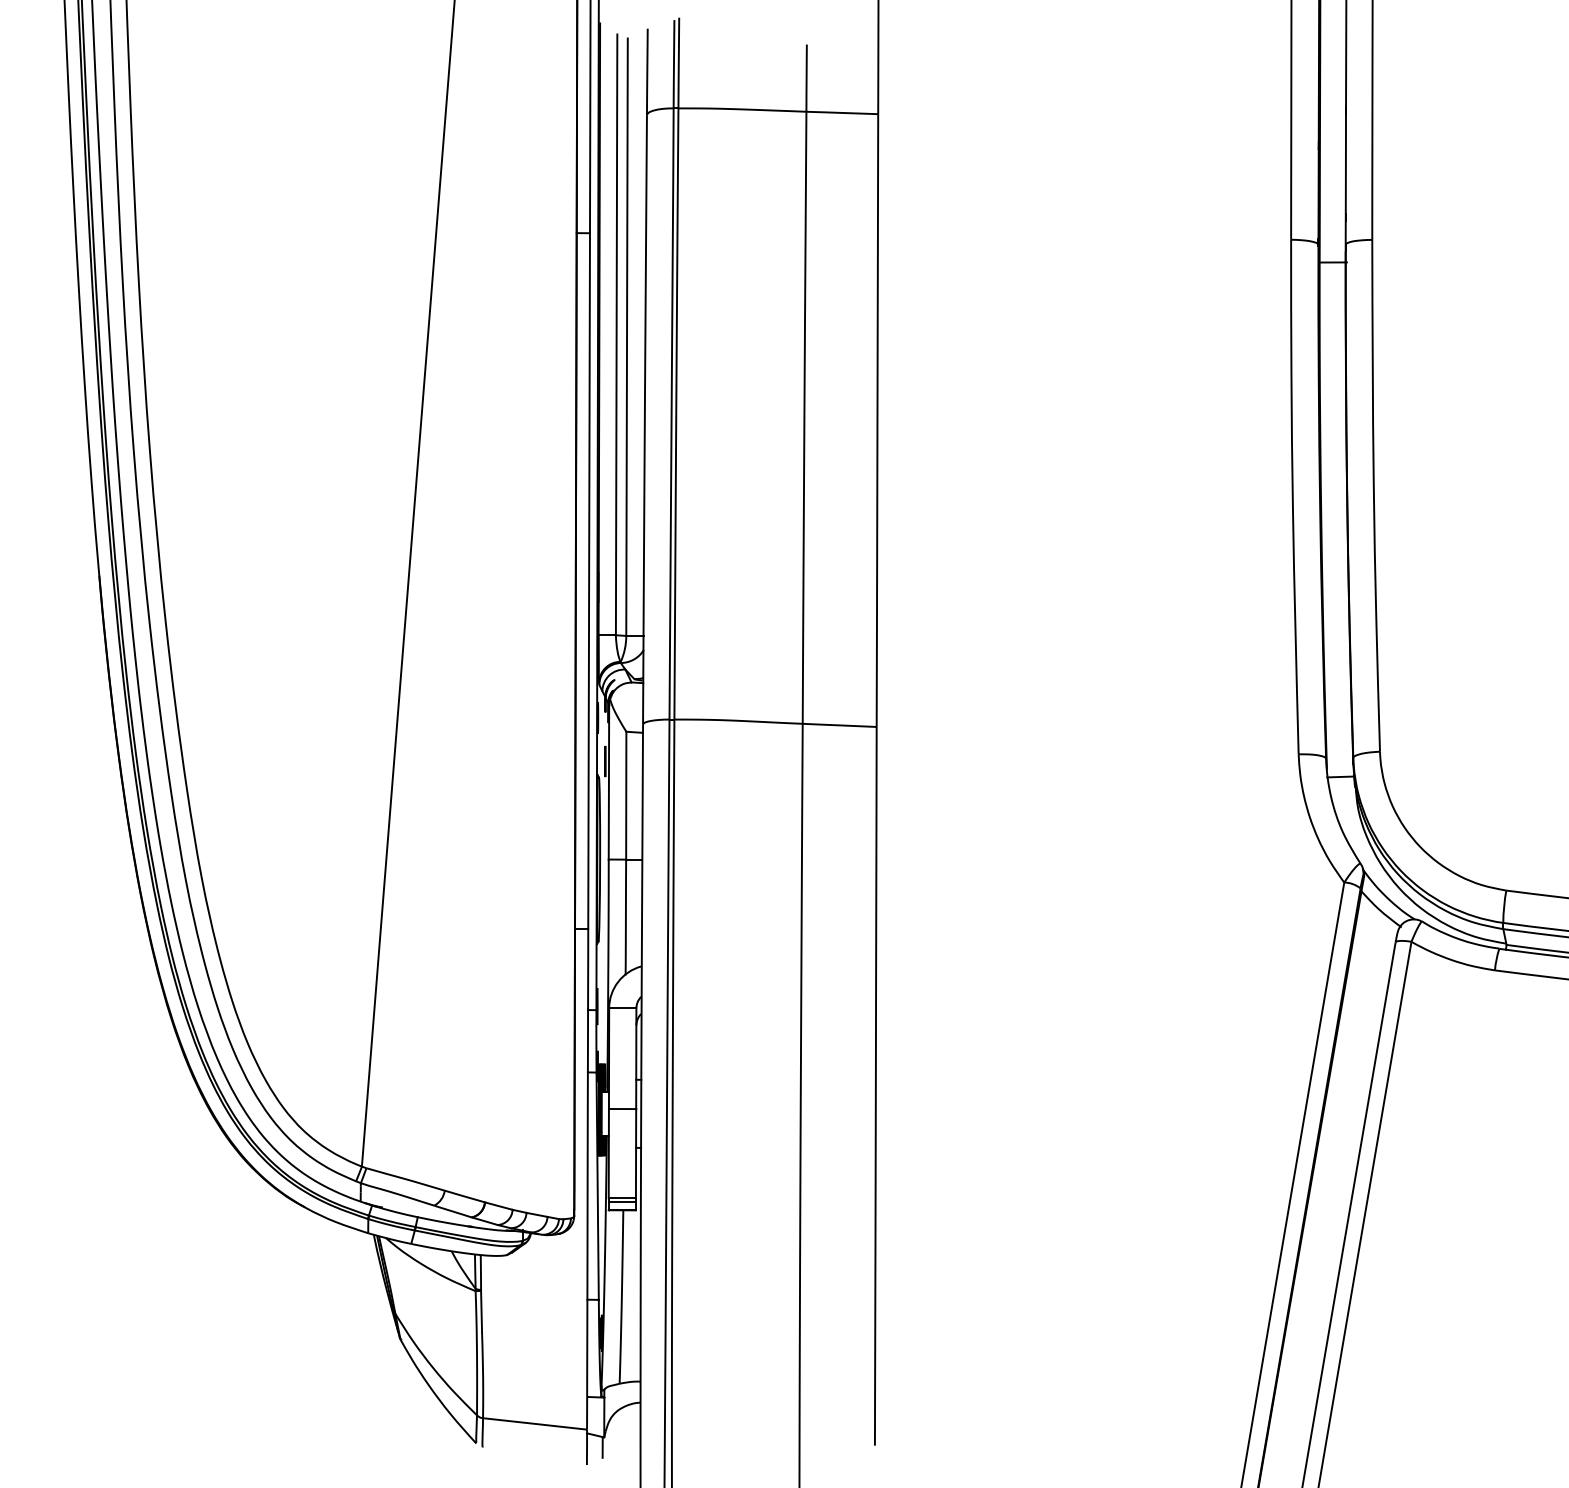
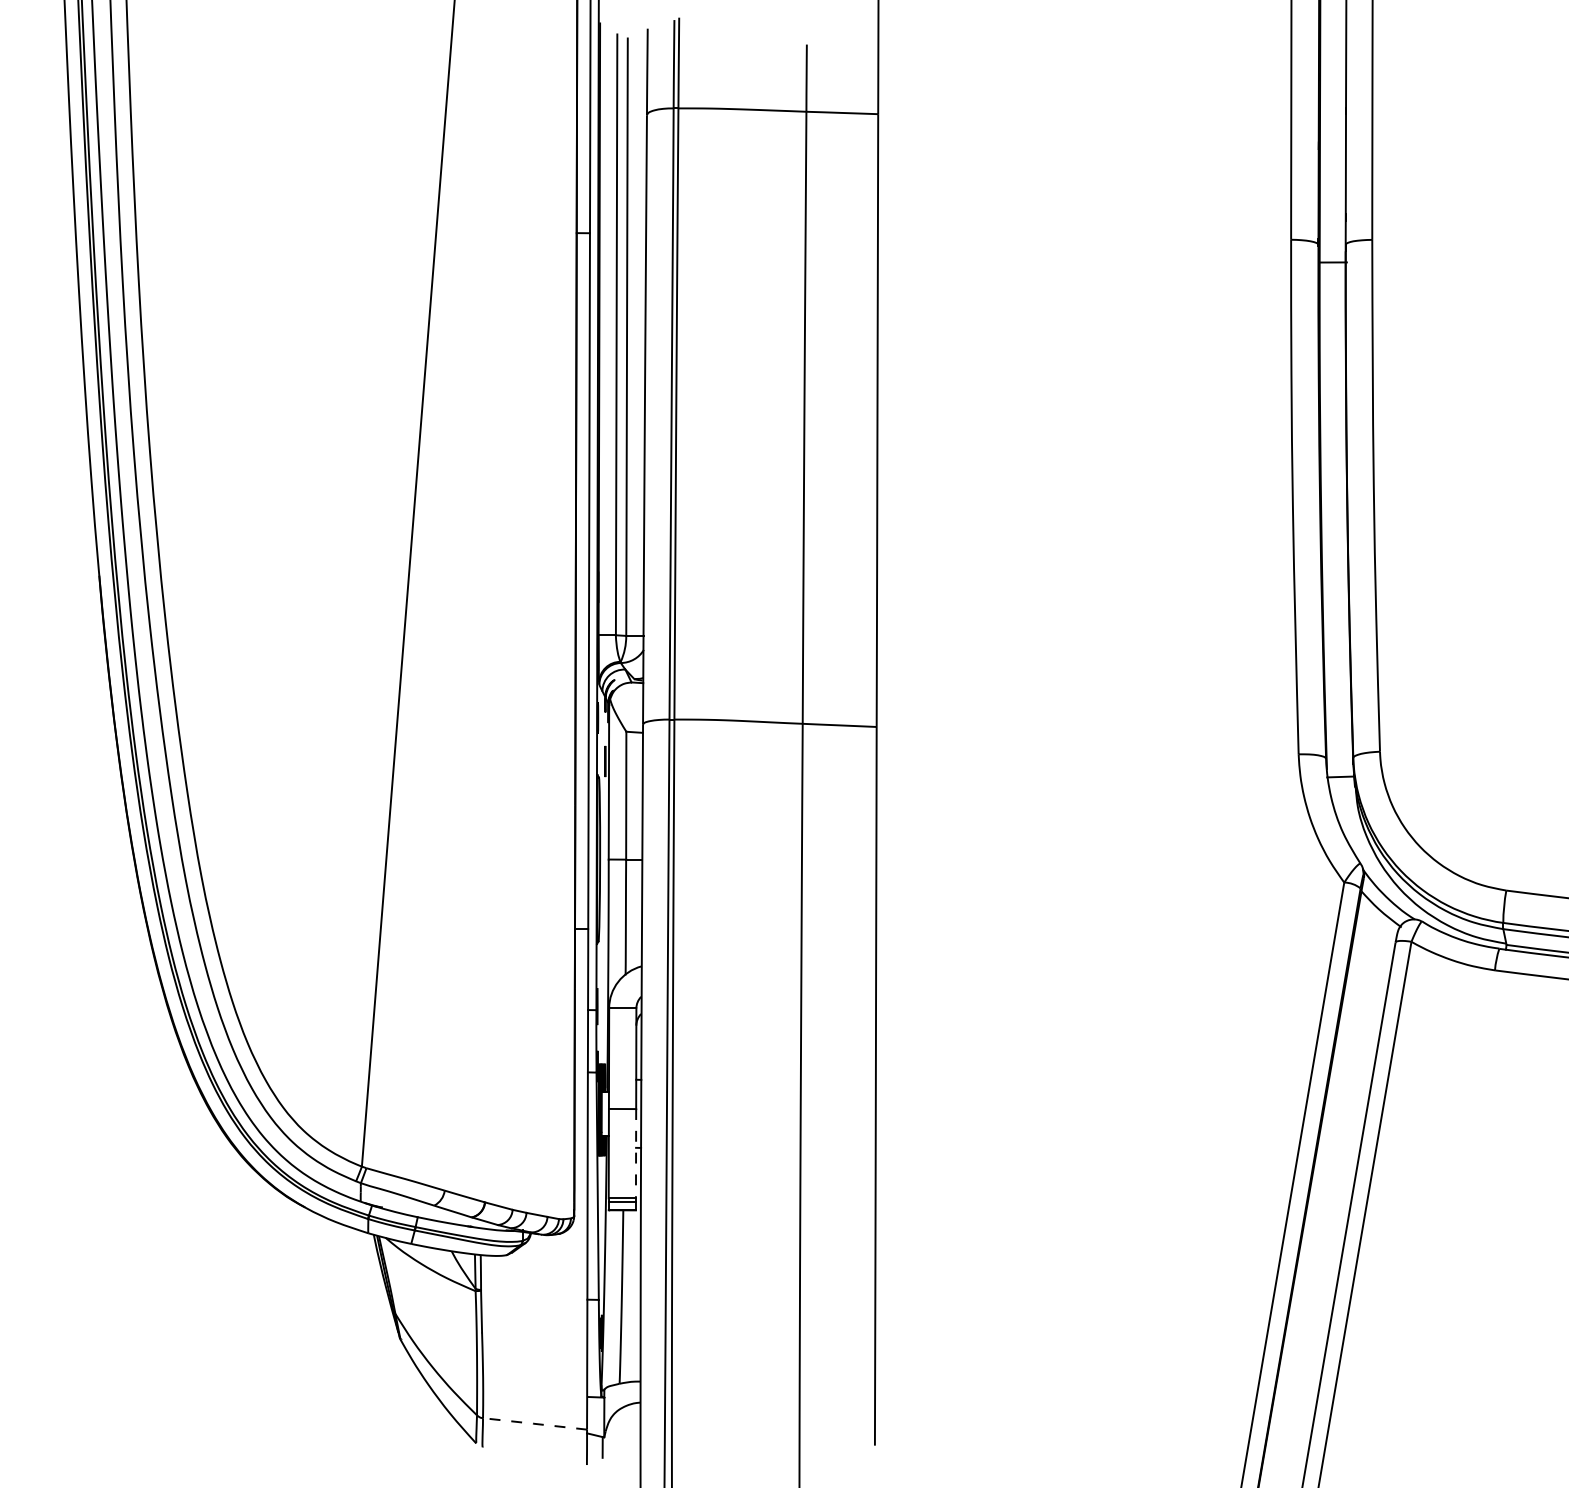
line at (636, 1153): solid -> dashed
line at (533, 1423): solid -> dashed
